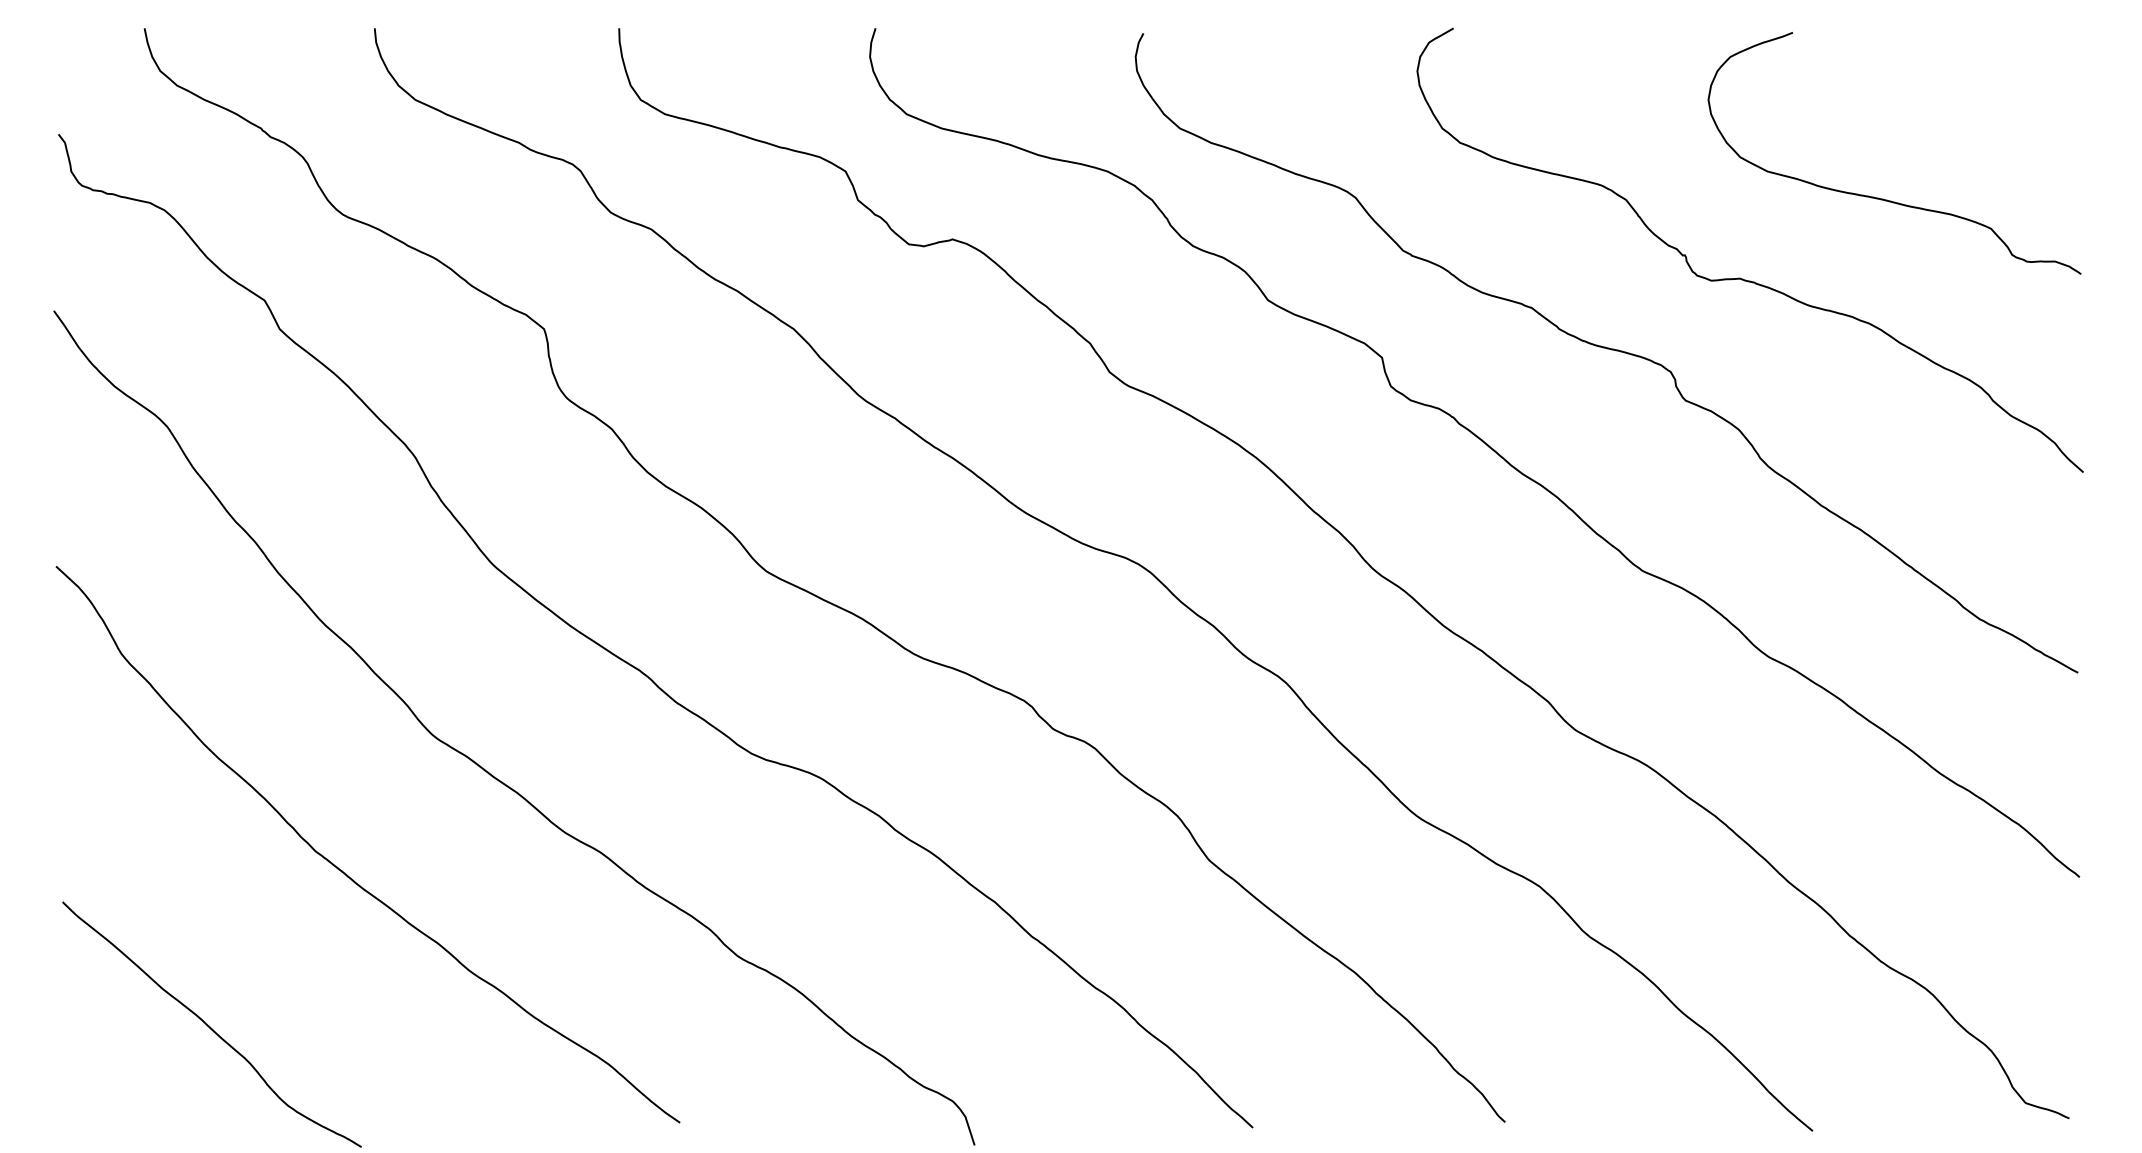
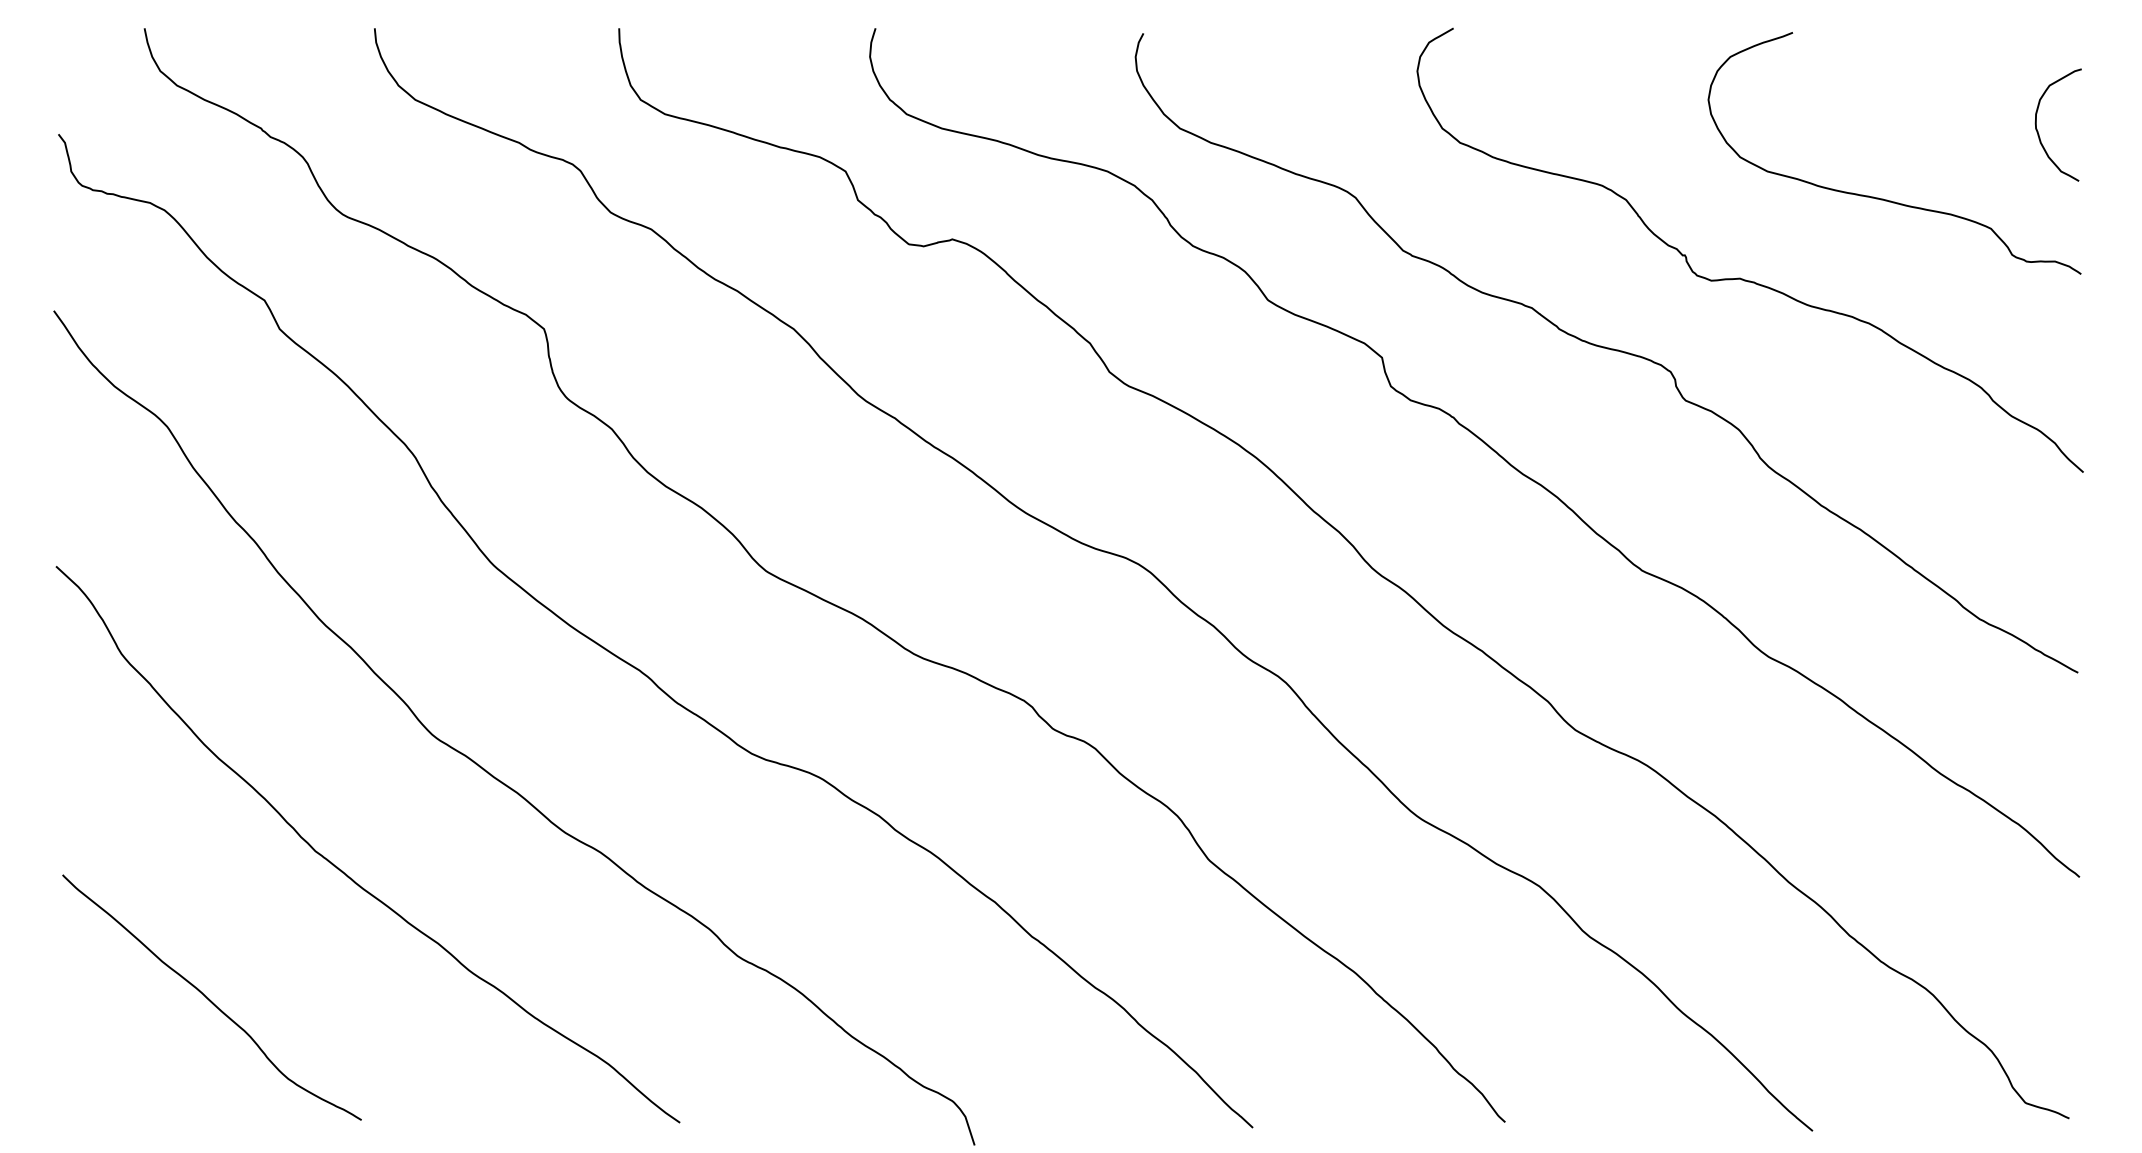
curve at (2038, 131): none -> present
curve at (209, 1025) position: (209, 1025) -> (209, 998)
